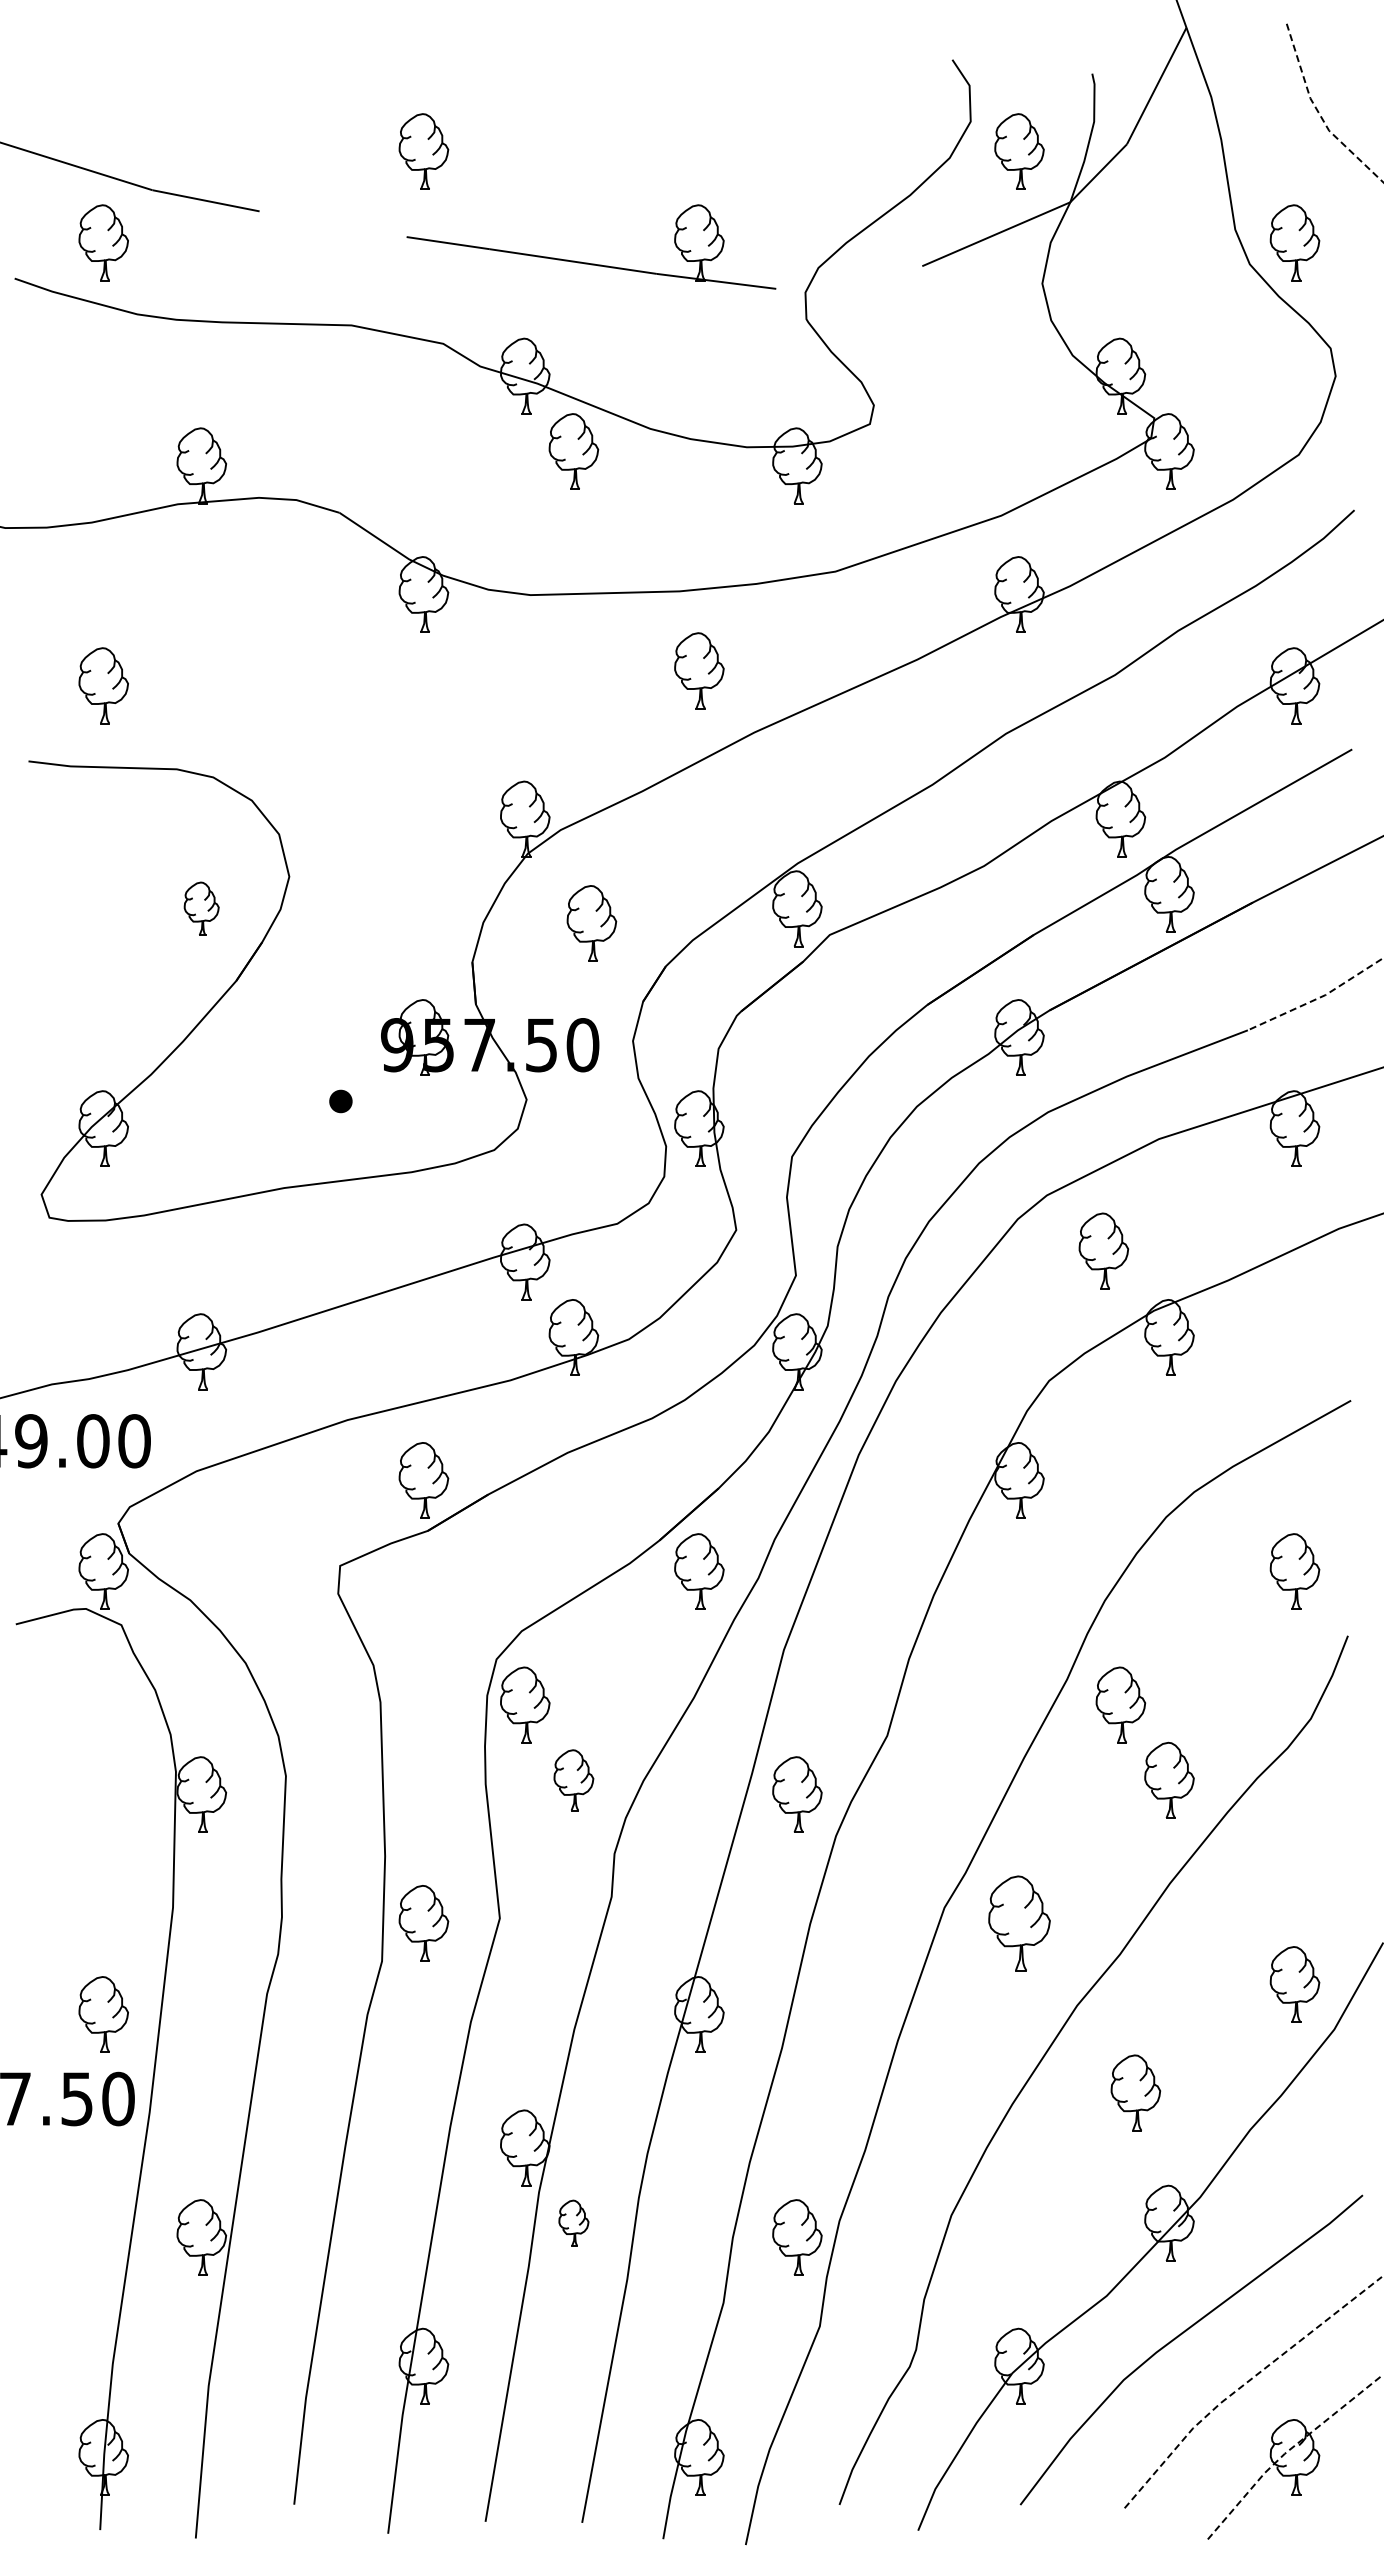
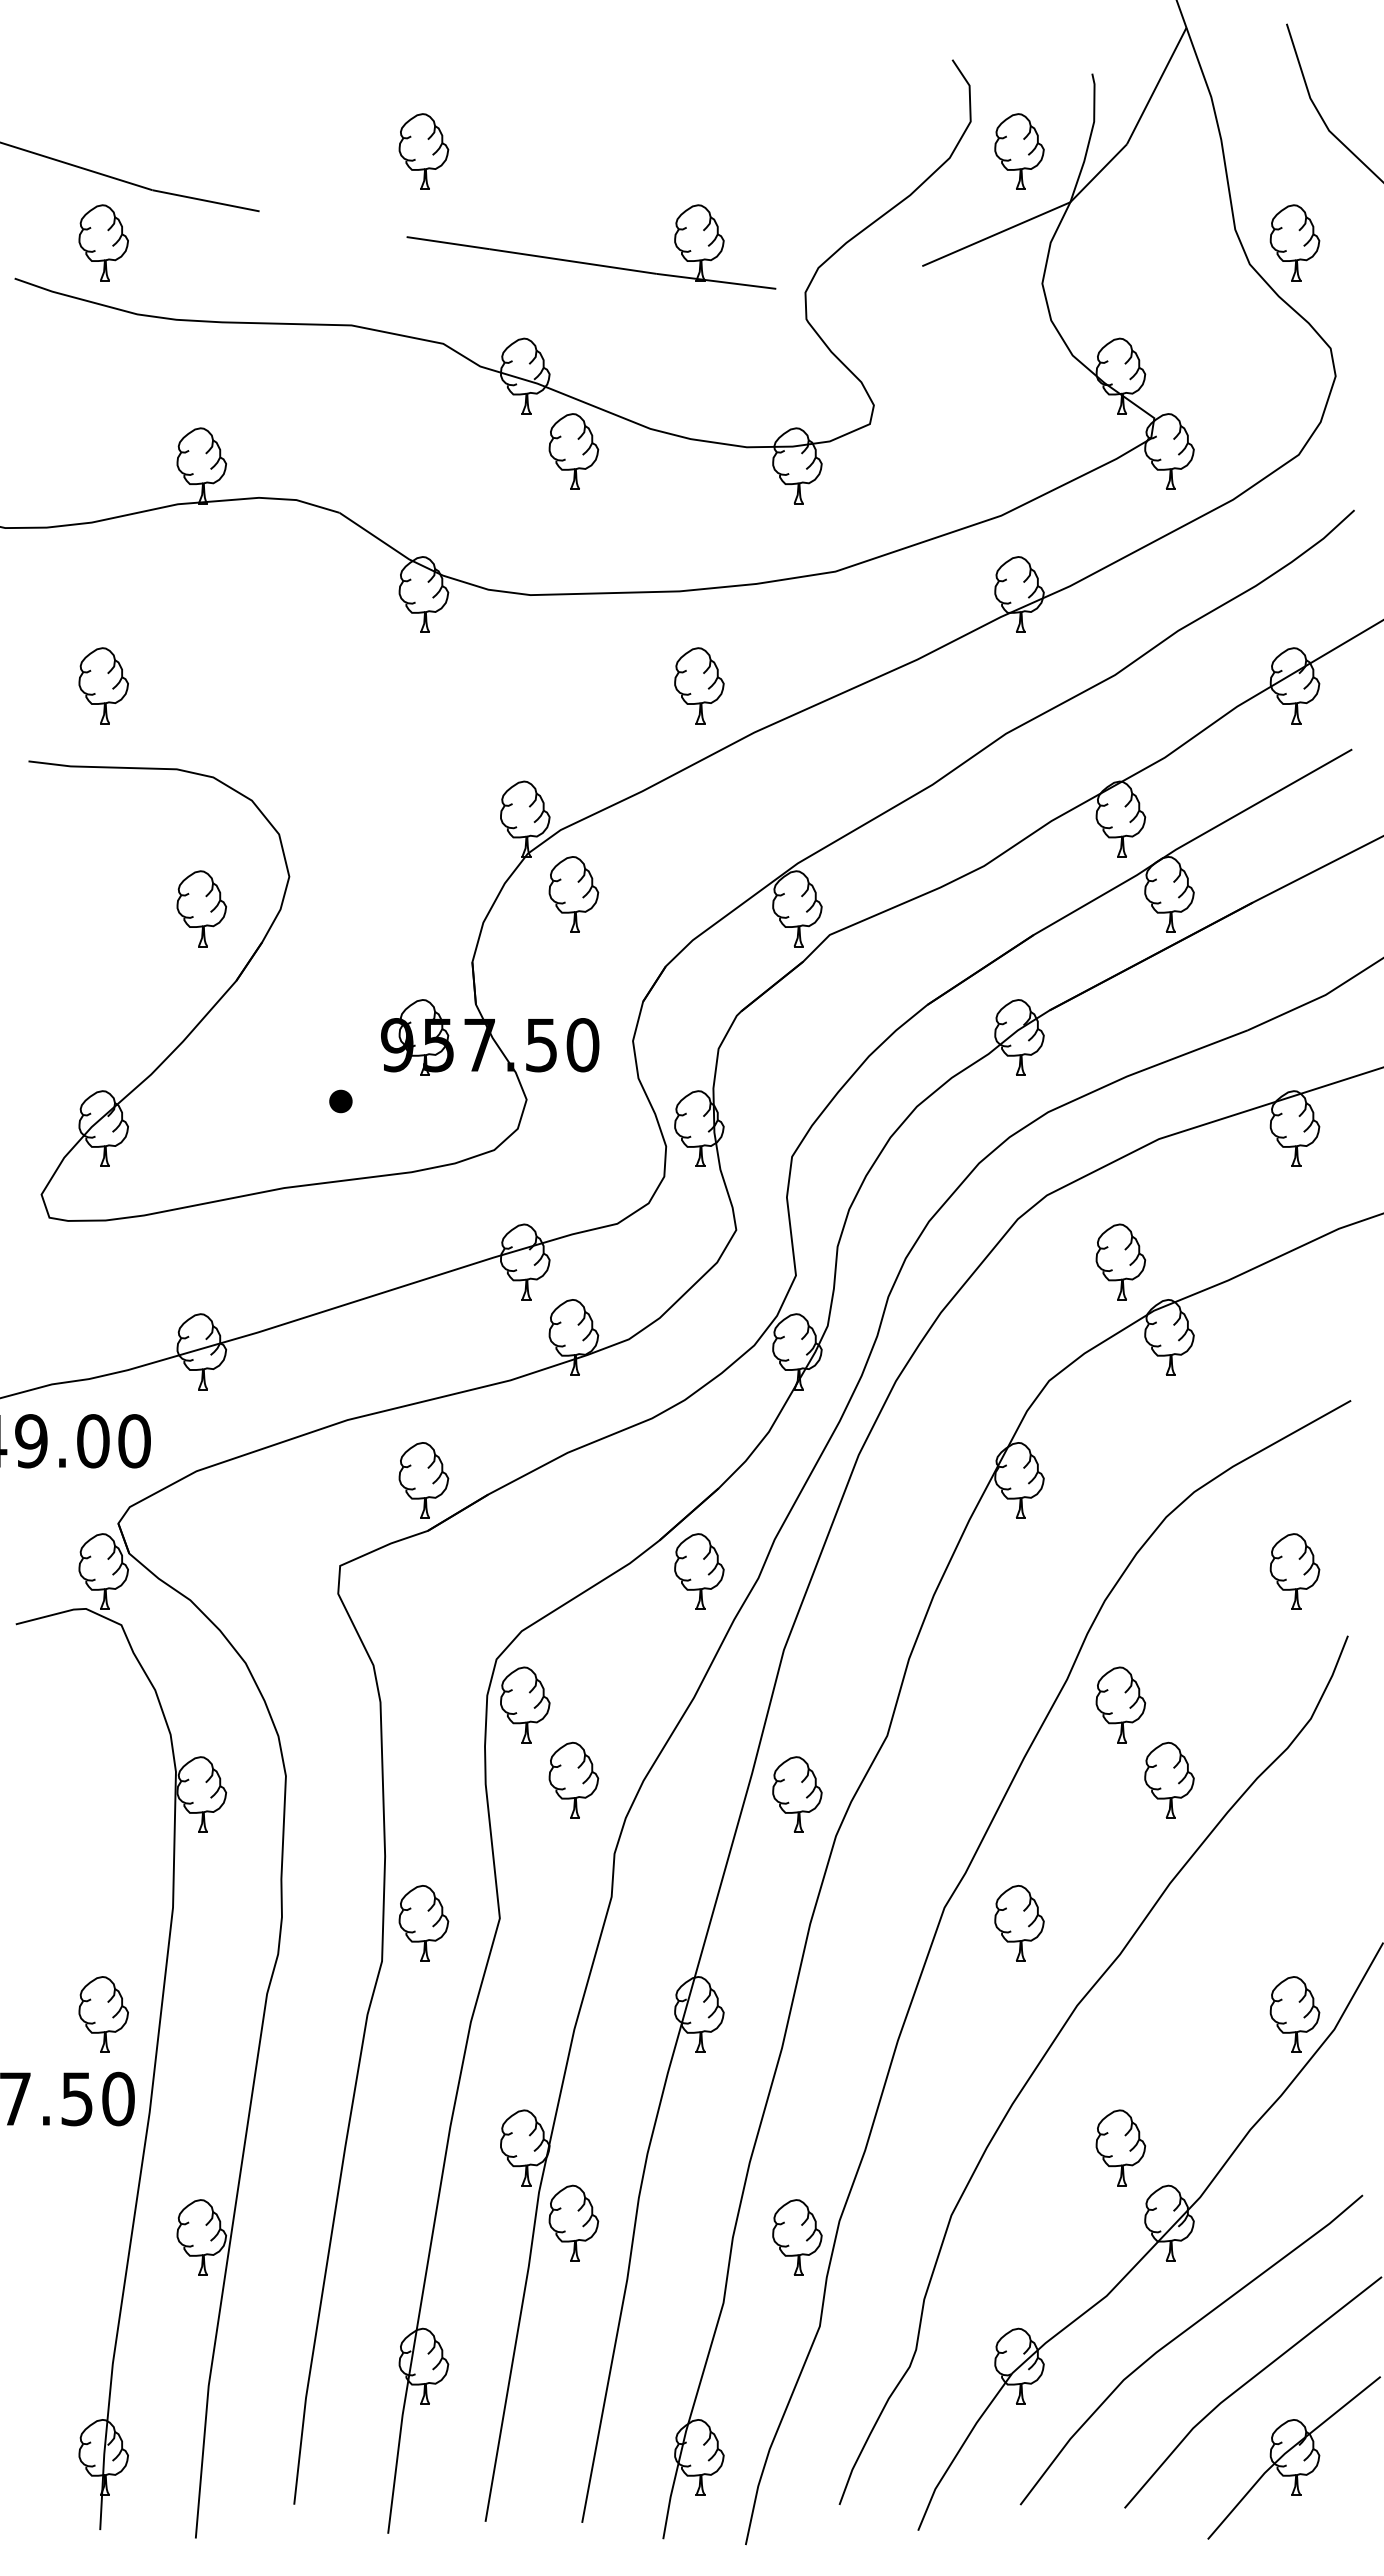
line at (1319, 113): dashed -> solid
part at (699, 670) position: (699, 670) -> (699, 685)
part at (201, 908) size: 37x55 px -> 51x78 px
part at (591, 923) position: (591, 923) -> (573, 894)
line at (1318, 998): dashed -> solid
part at (1103, 1250) position: (1103, 1250) -> (1120, 1261)
part at (573, 1780) size: 42x63 px -> 52x78 px
part at (1019, 1923) size: 63x97 px -> 51x77 px
part at (1294, 1984) position: (1294, 1984) -> (1294, 2014)
part at (1135, 2092) position: (1135, 2092) -> (1120, 2147)
part at (573, 2222) size: 32x48 px -> 52x78 px
line at (1244, 2384): dashed -> solid
line at (1287, 2451): dashed -> solid
